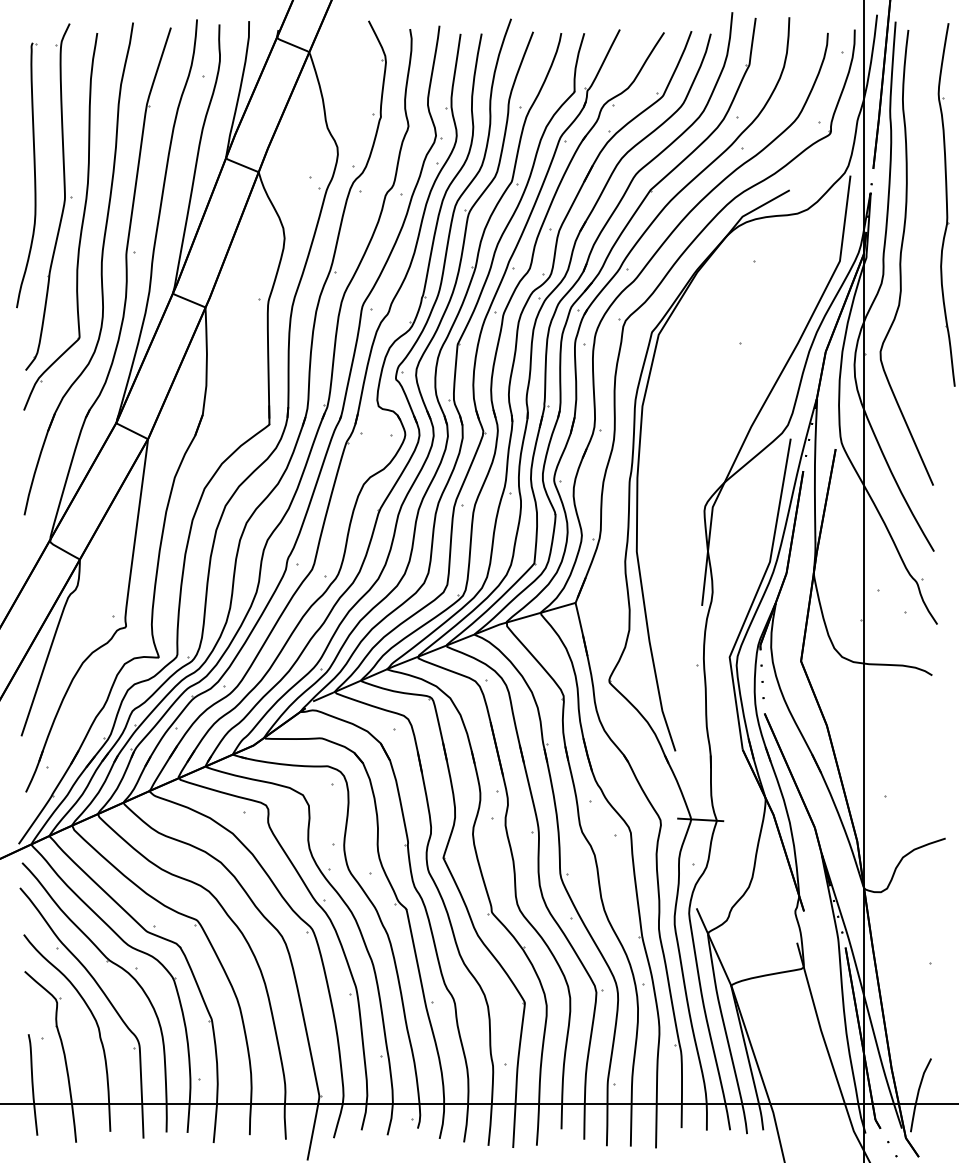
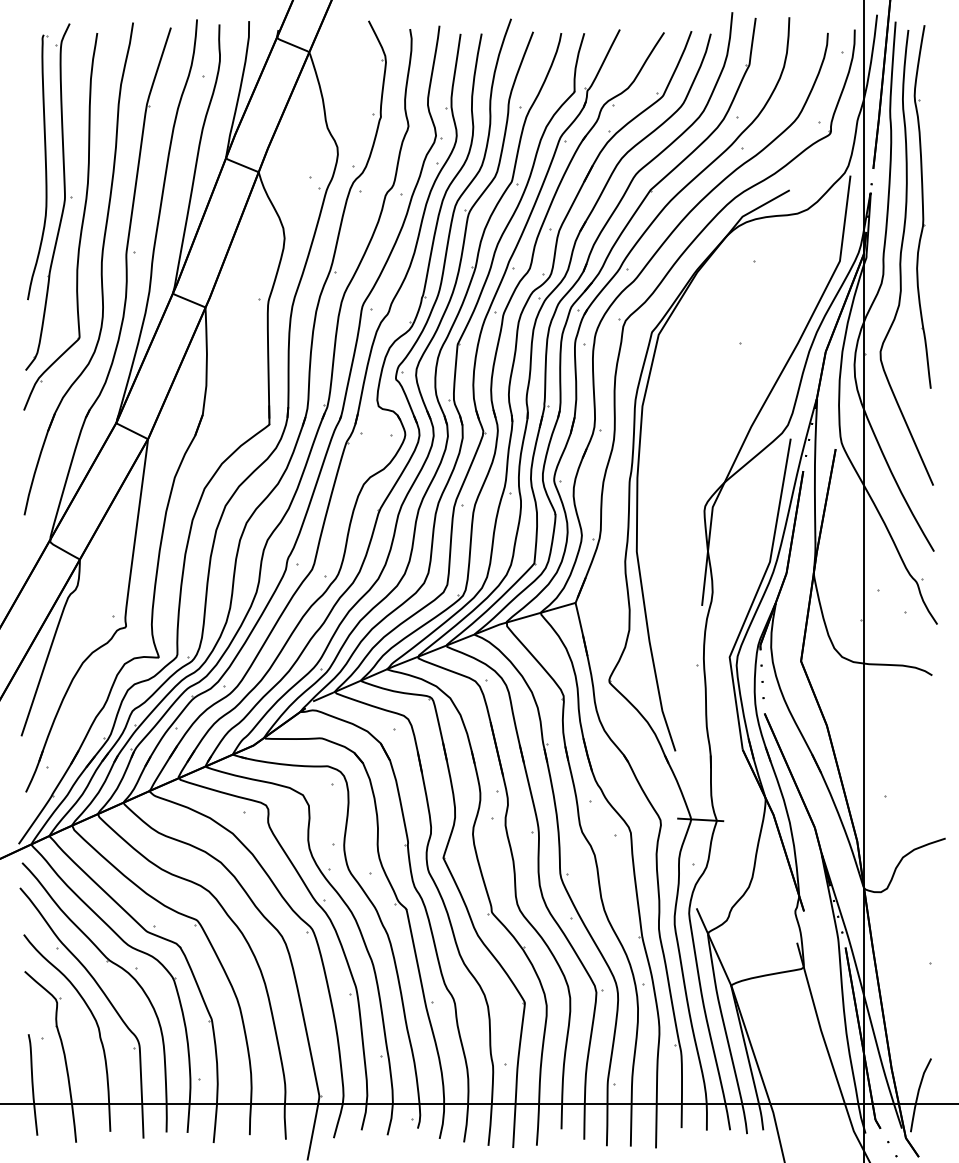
part at (34, 175) position: (34, 175) -> (45, 167)
part at (946, 204) position: (946, 204) -> (922, 206)
